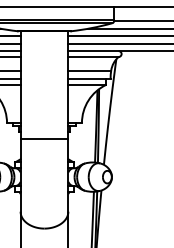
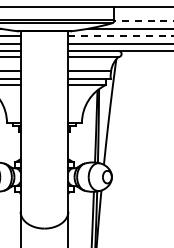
line at (144, 21): solid -> dashed
line at (121, 36): solid -> dashed
line at (44, 139): present -> none
